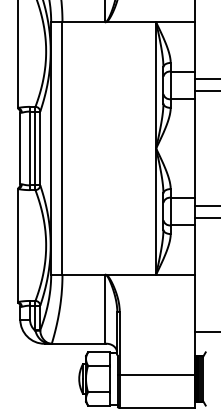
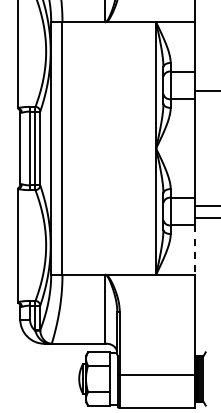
line at (205, 79): present -> none
line at (194, 250): solid -> dashed
line at (205, 331): present -> none
